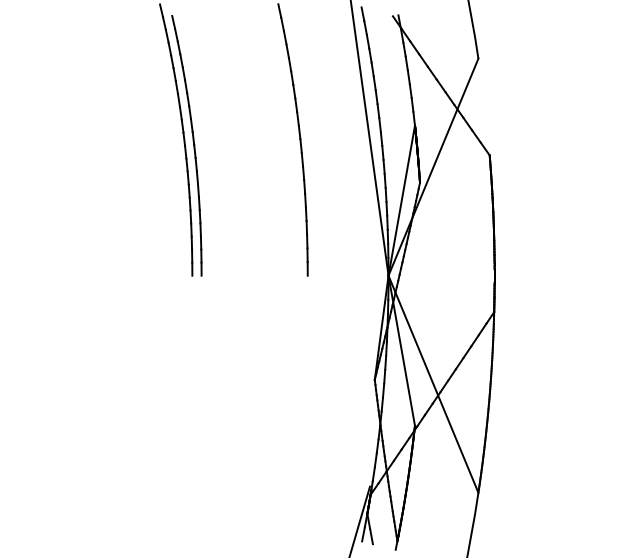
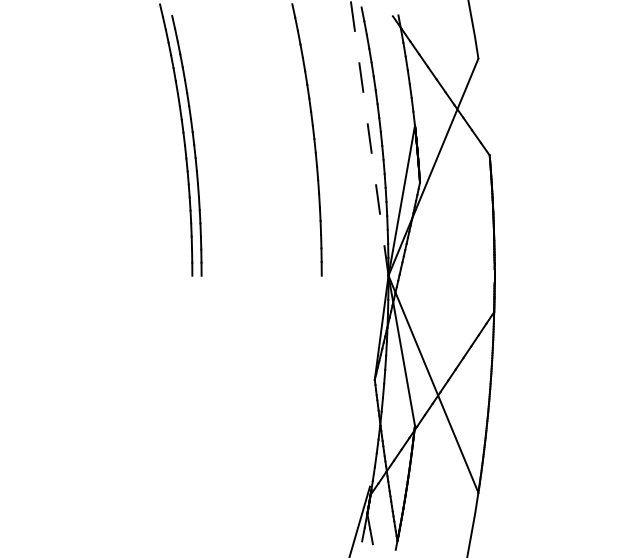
line at (369, 138): solid -> dashed
part at (299, 139) position: (299, 139) -> (313, 139)
